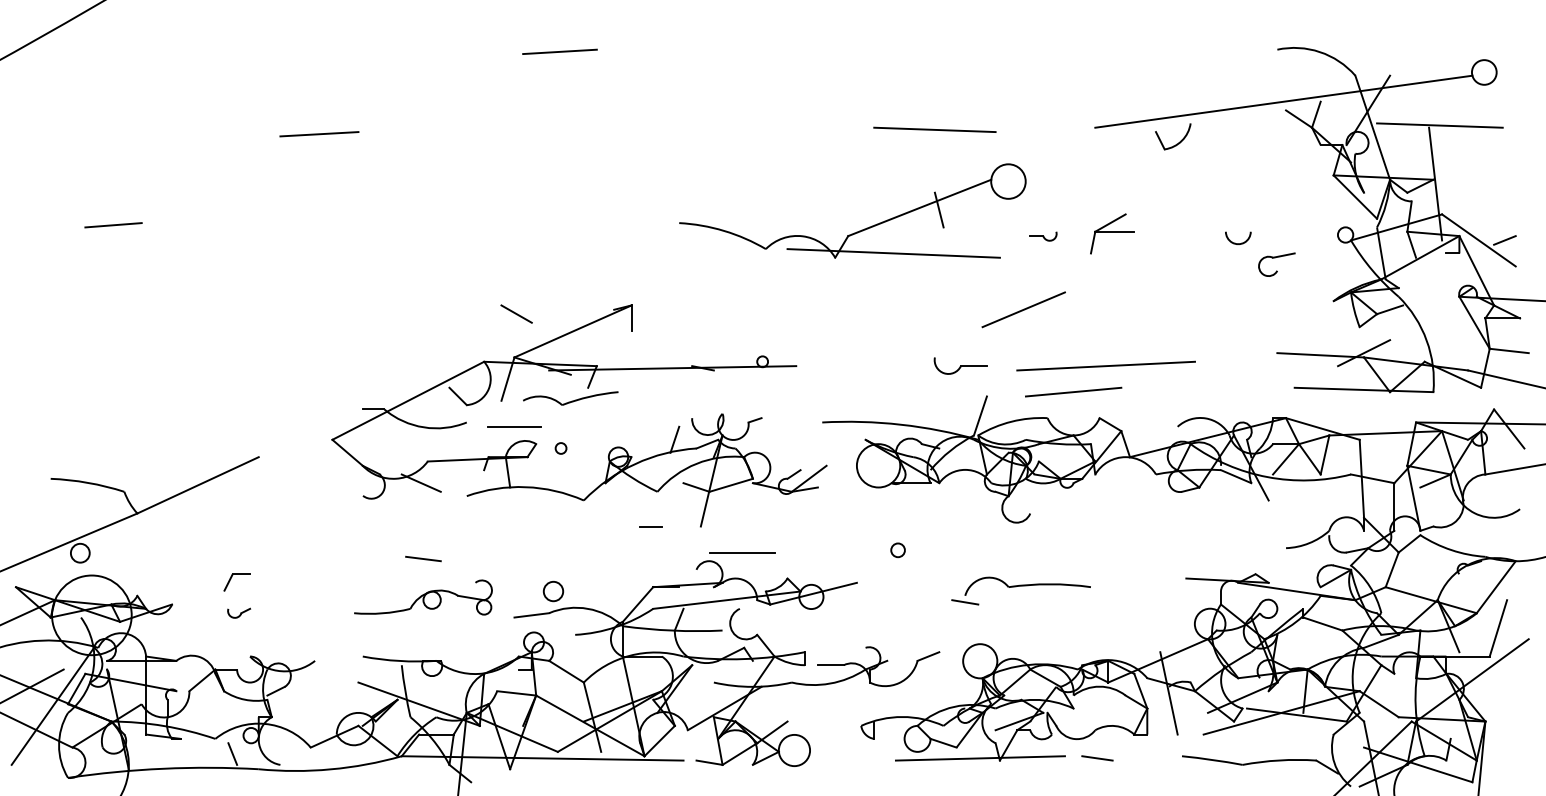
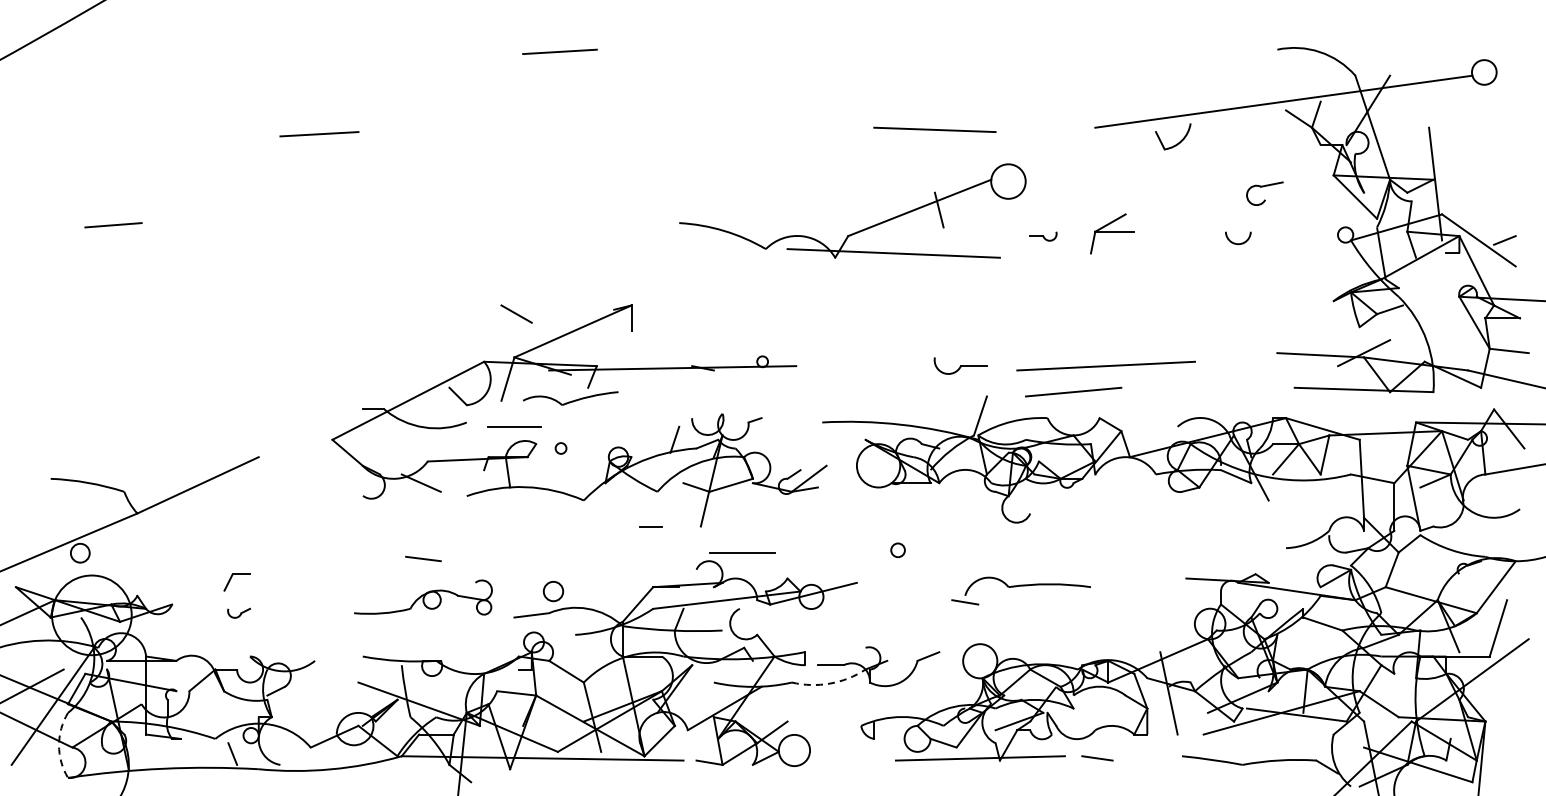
line at (1439, 125): present -> none
part at (1276, 264) position: (1276, 264) -> (1264, 193)
line at (1023, 309): present -> none
arc at (830, 683): solid -> dashed
arc at (59, 745): solid -> dashed
